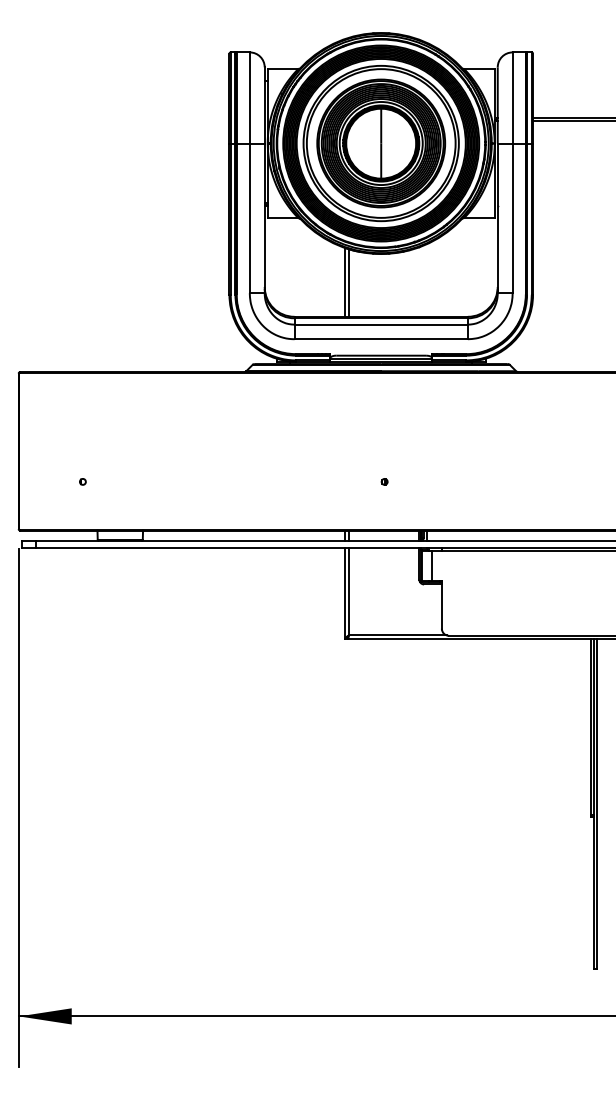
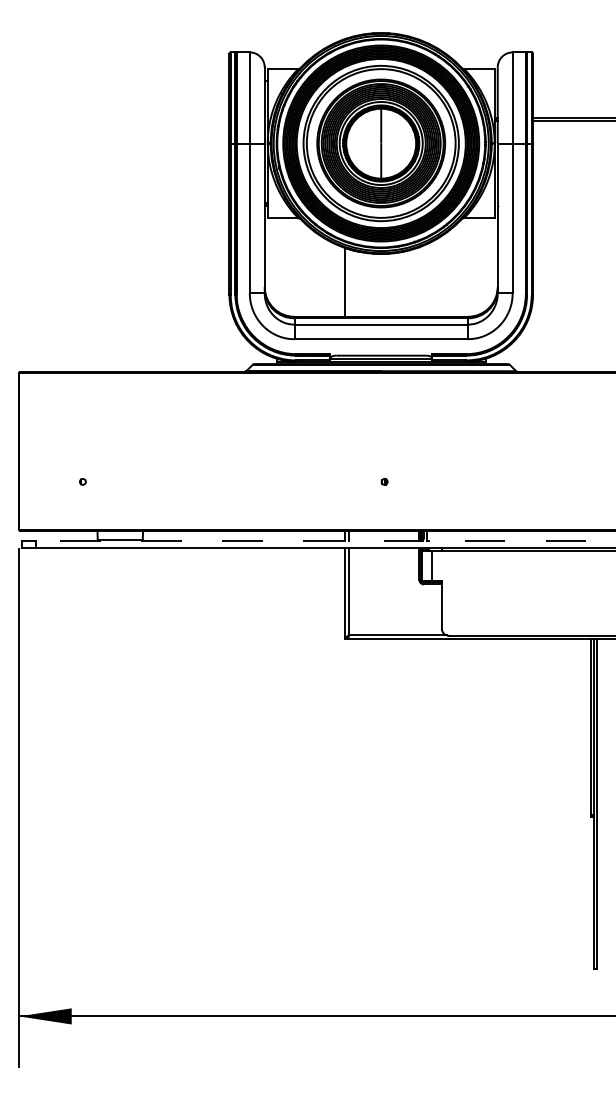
line at (348, 282): present -> none
line at (325, 541): solid -> dashed
